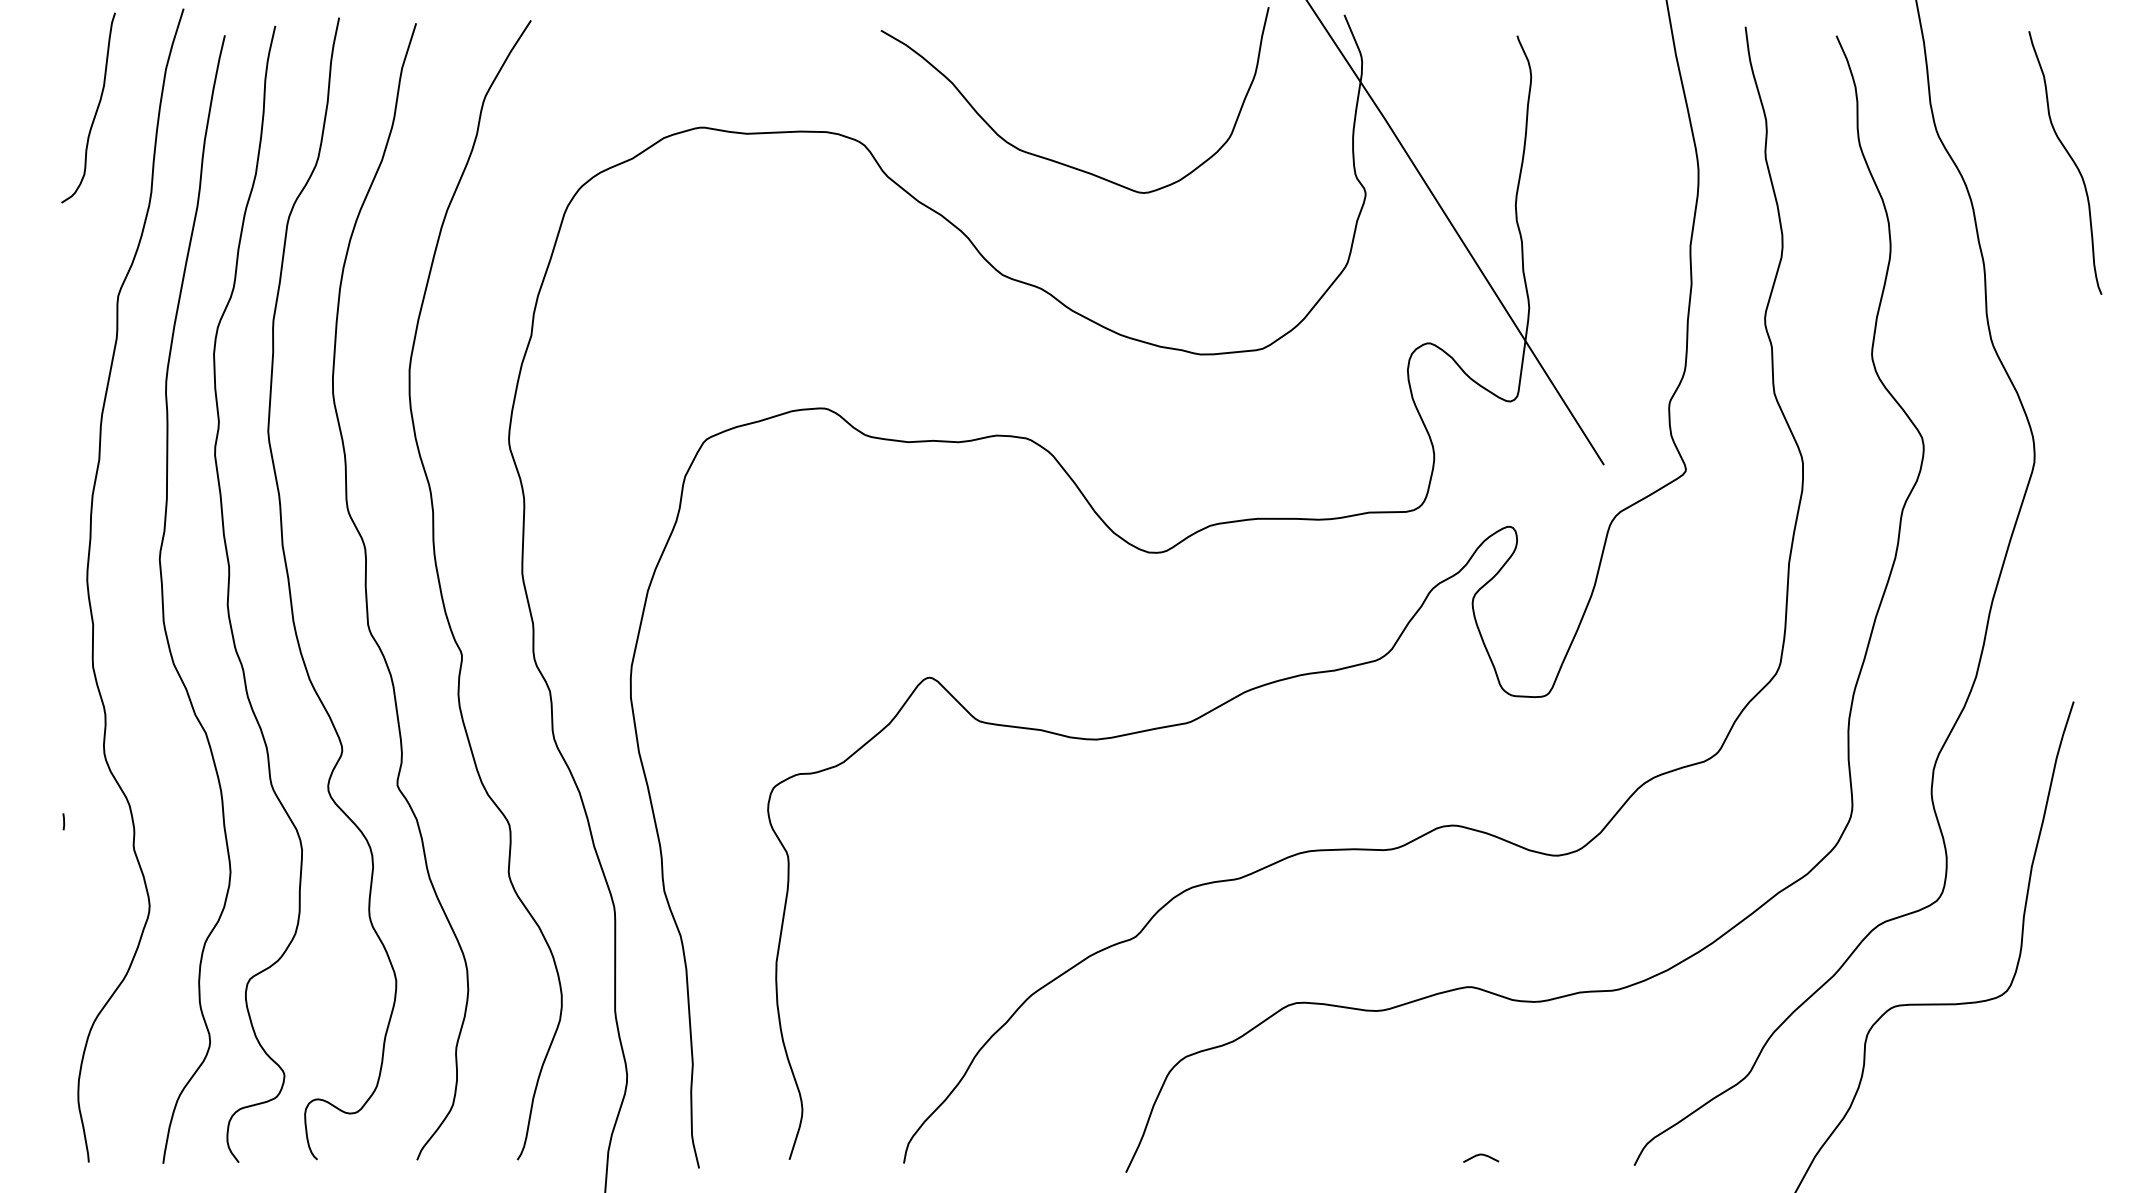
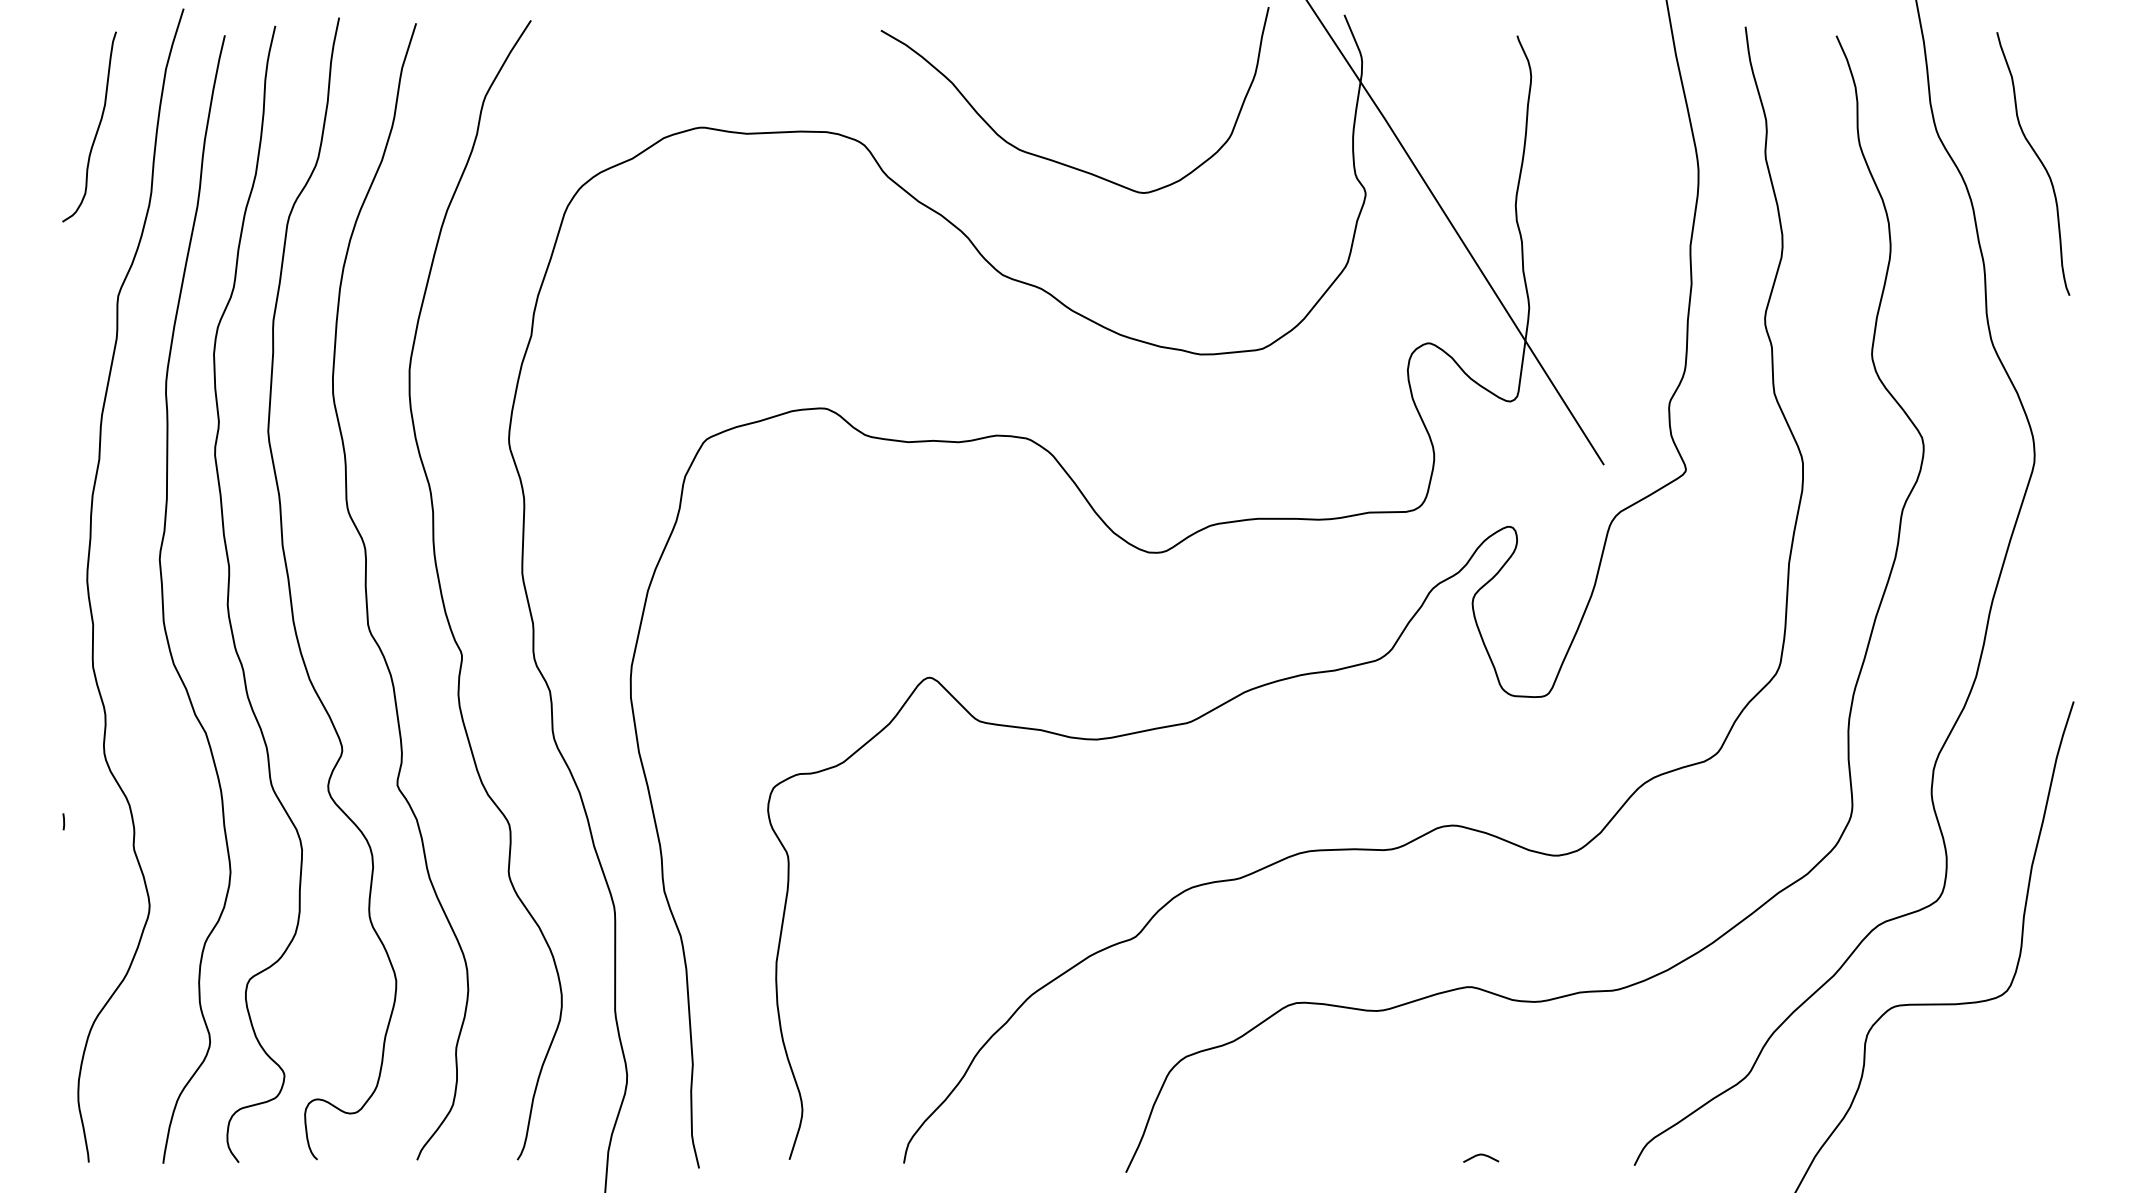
curve at (96, 108) position: (96, 108) -> (97, 127)
curve at (2071, 160) position: (2071, 160) -> (2039, 161)
